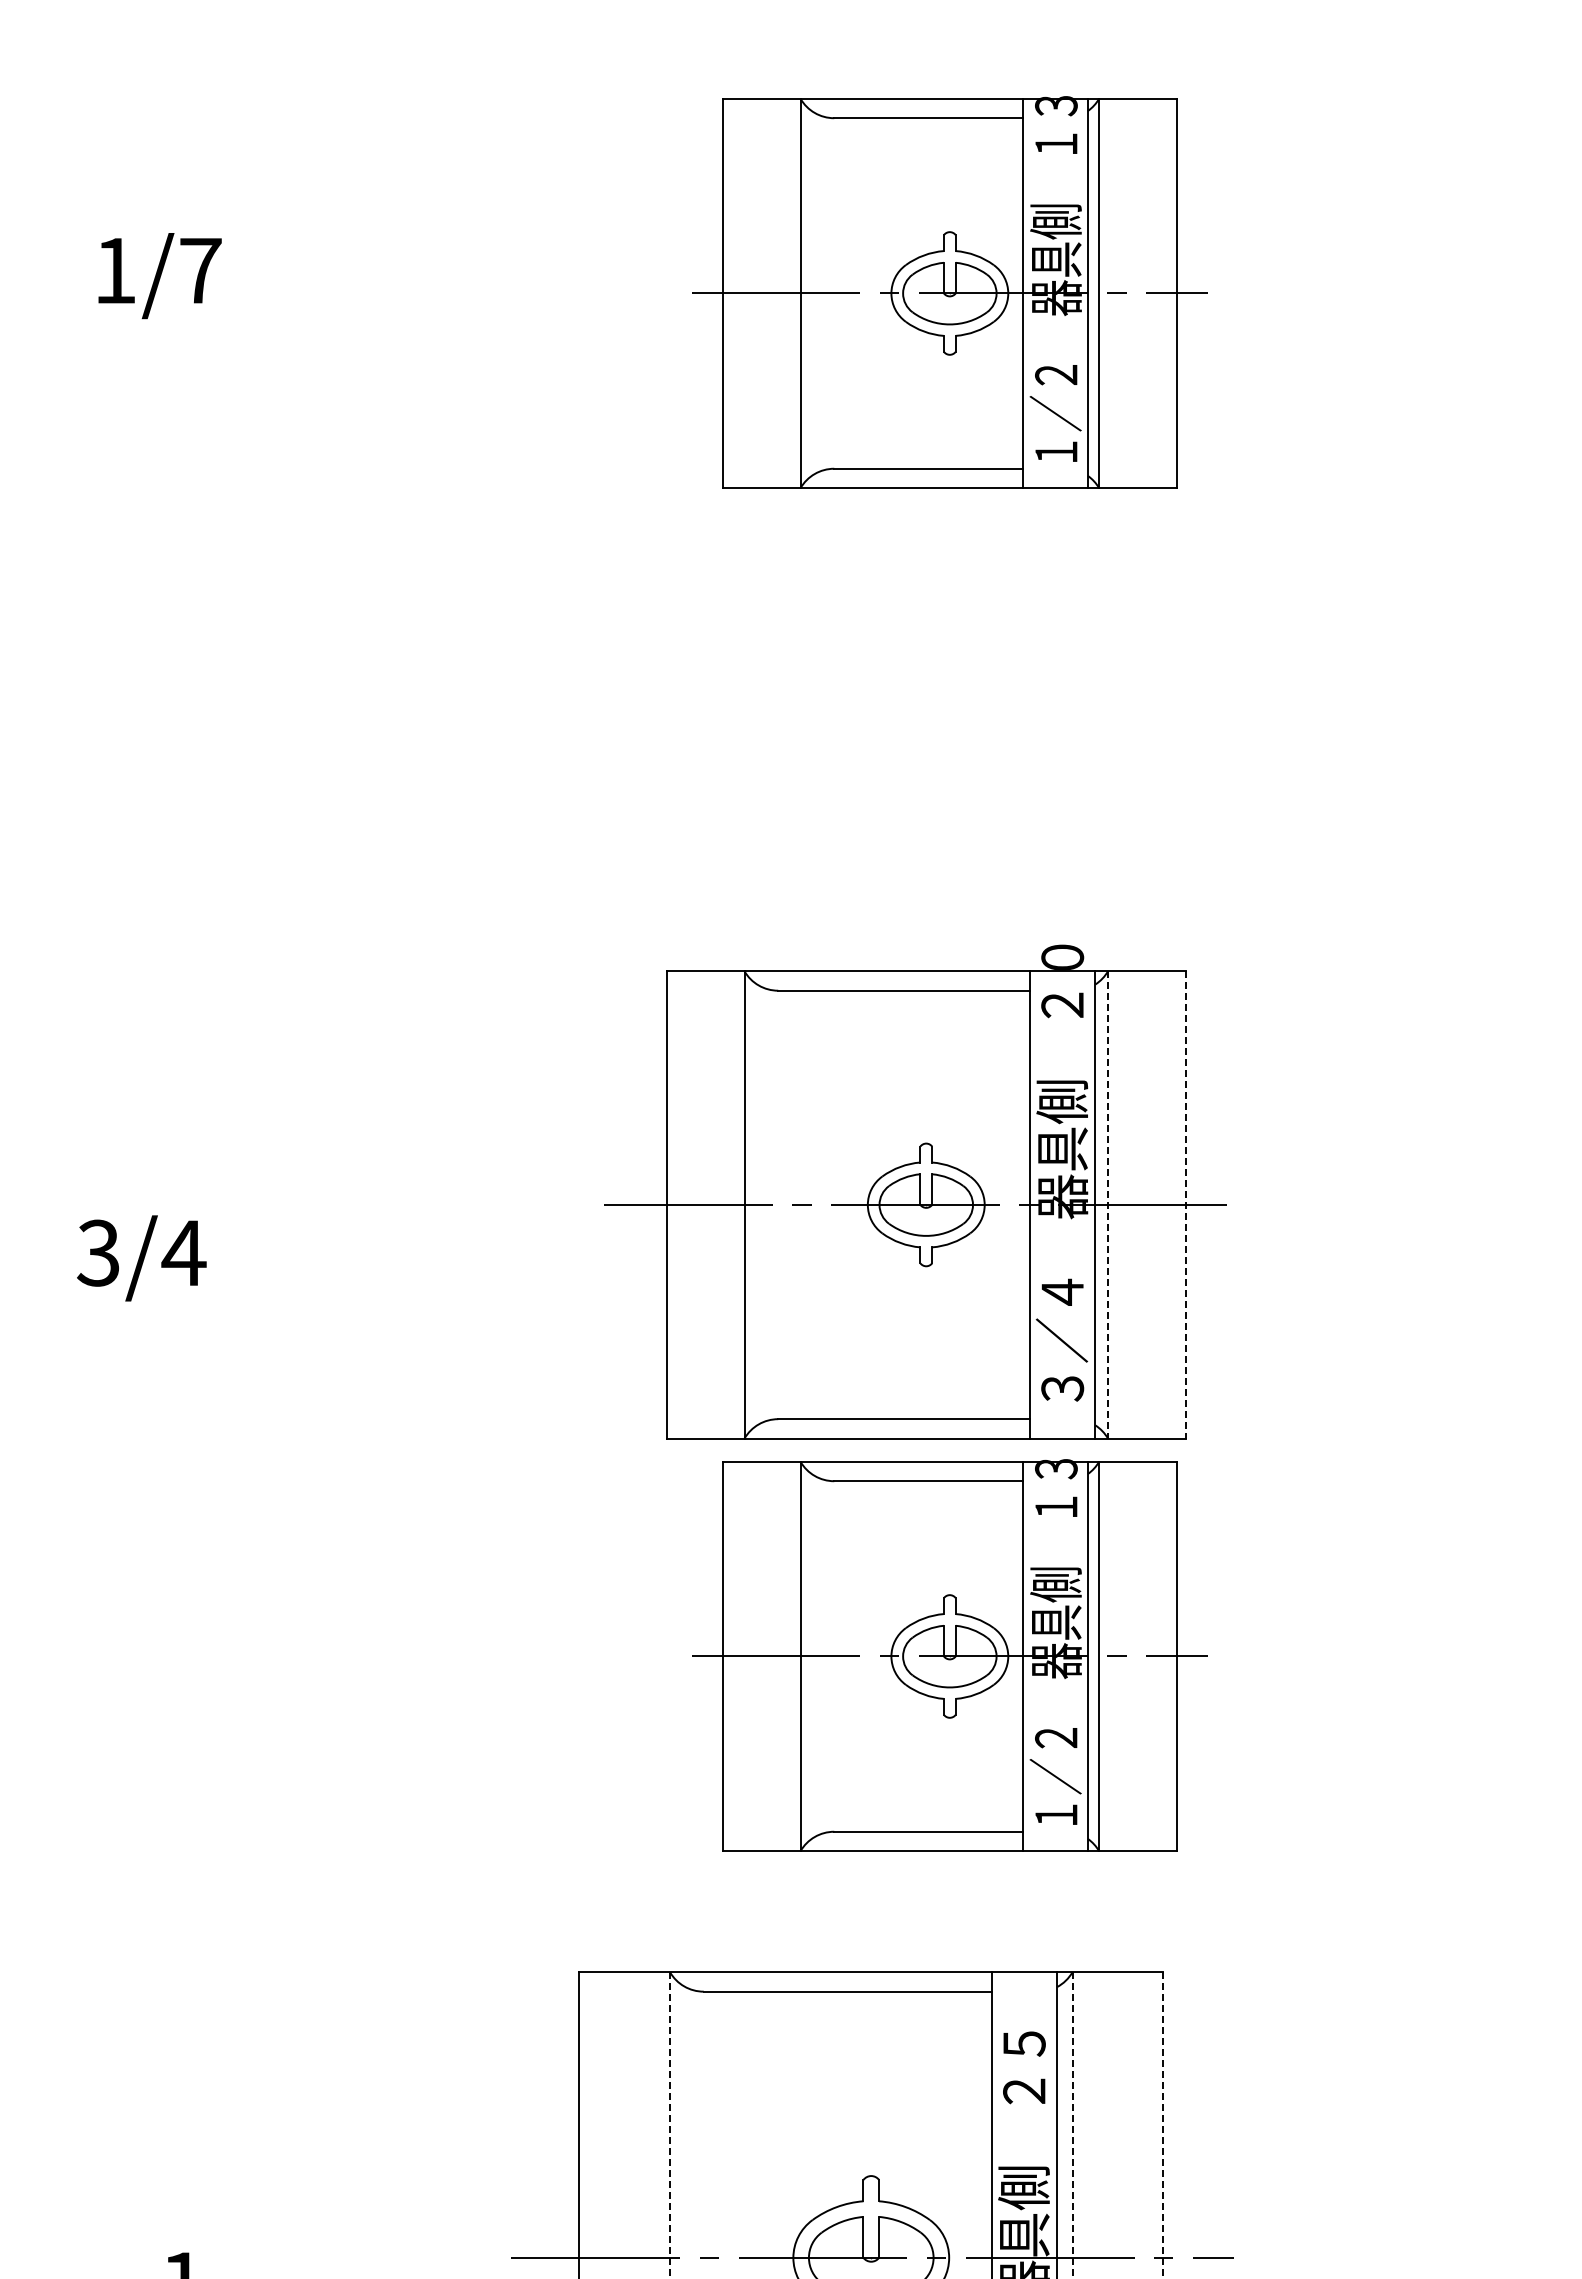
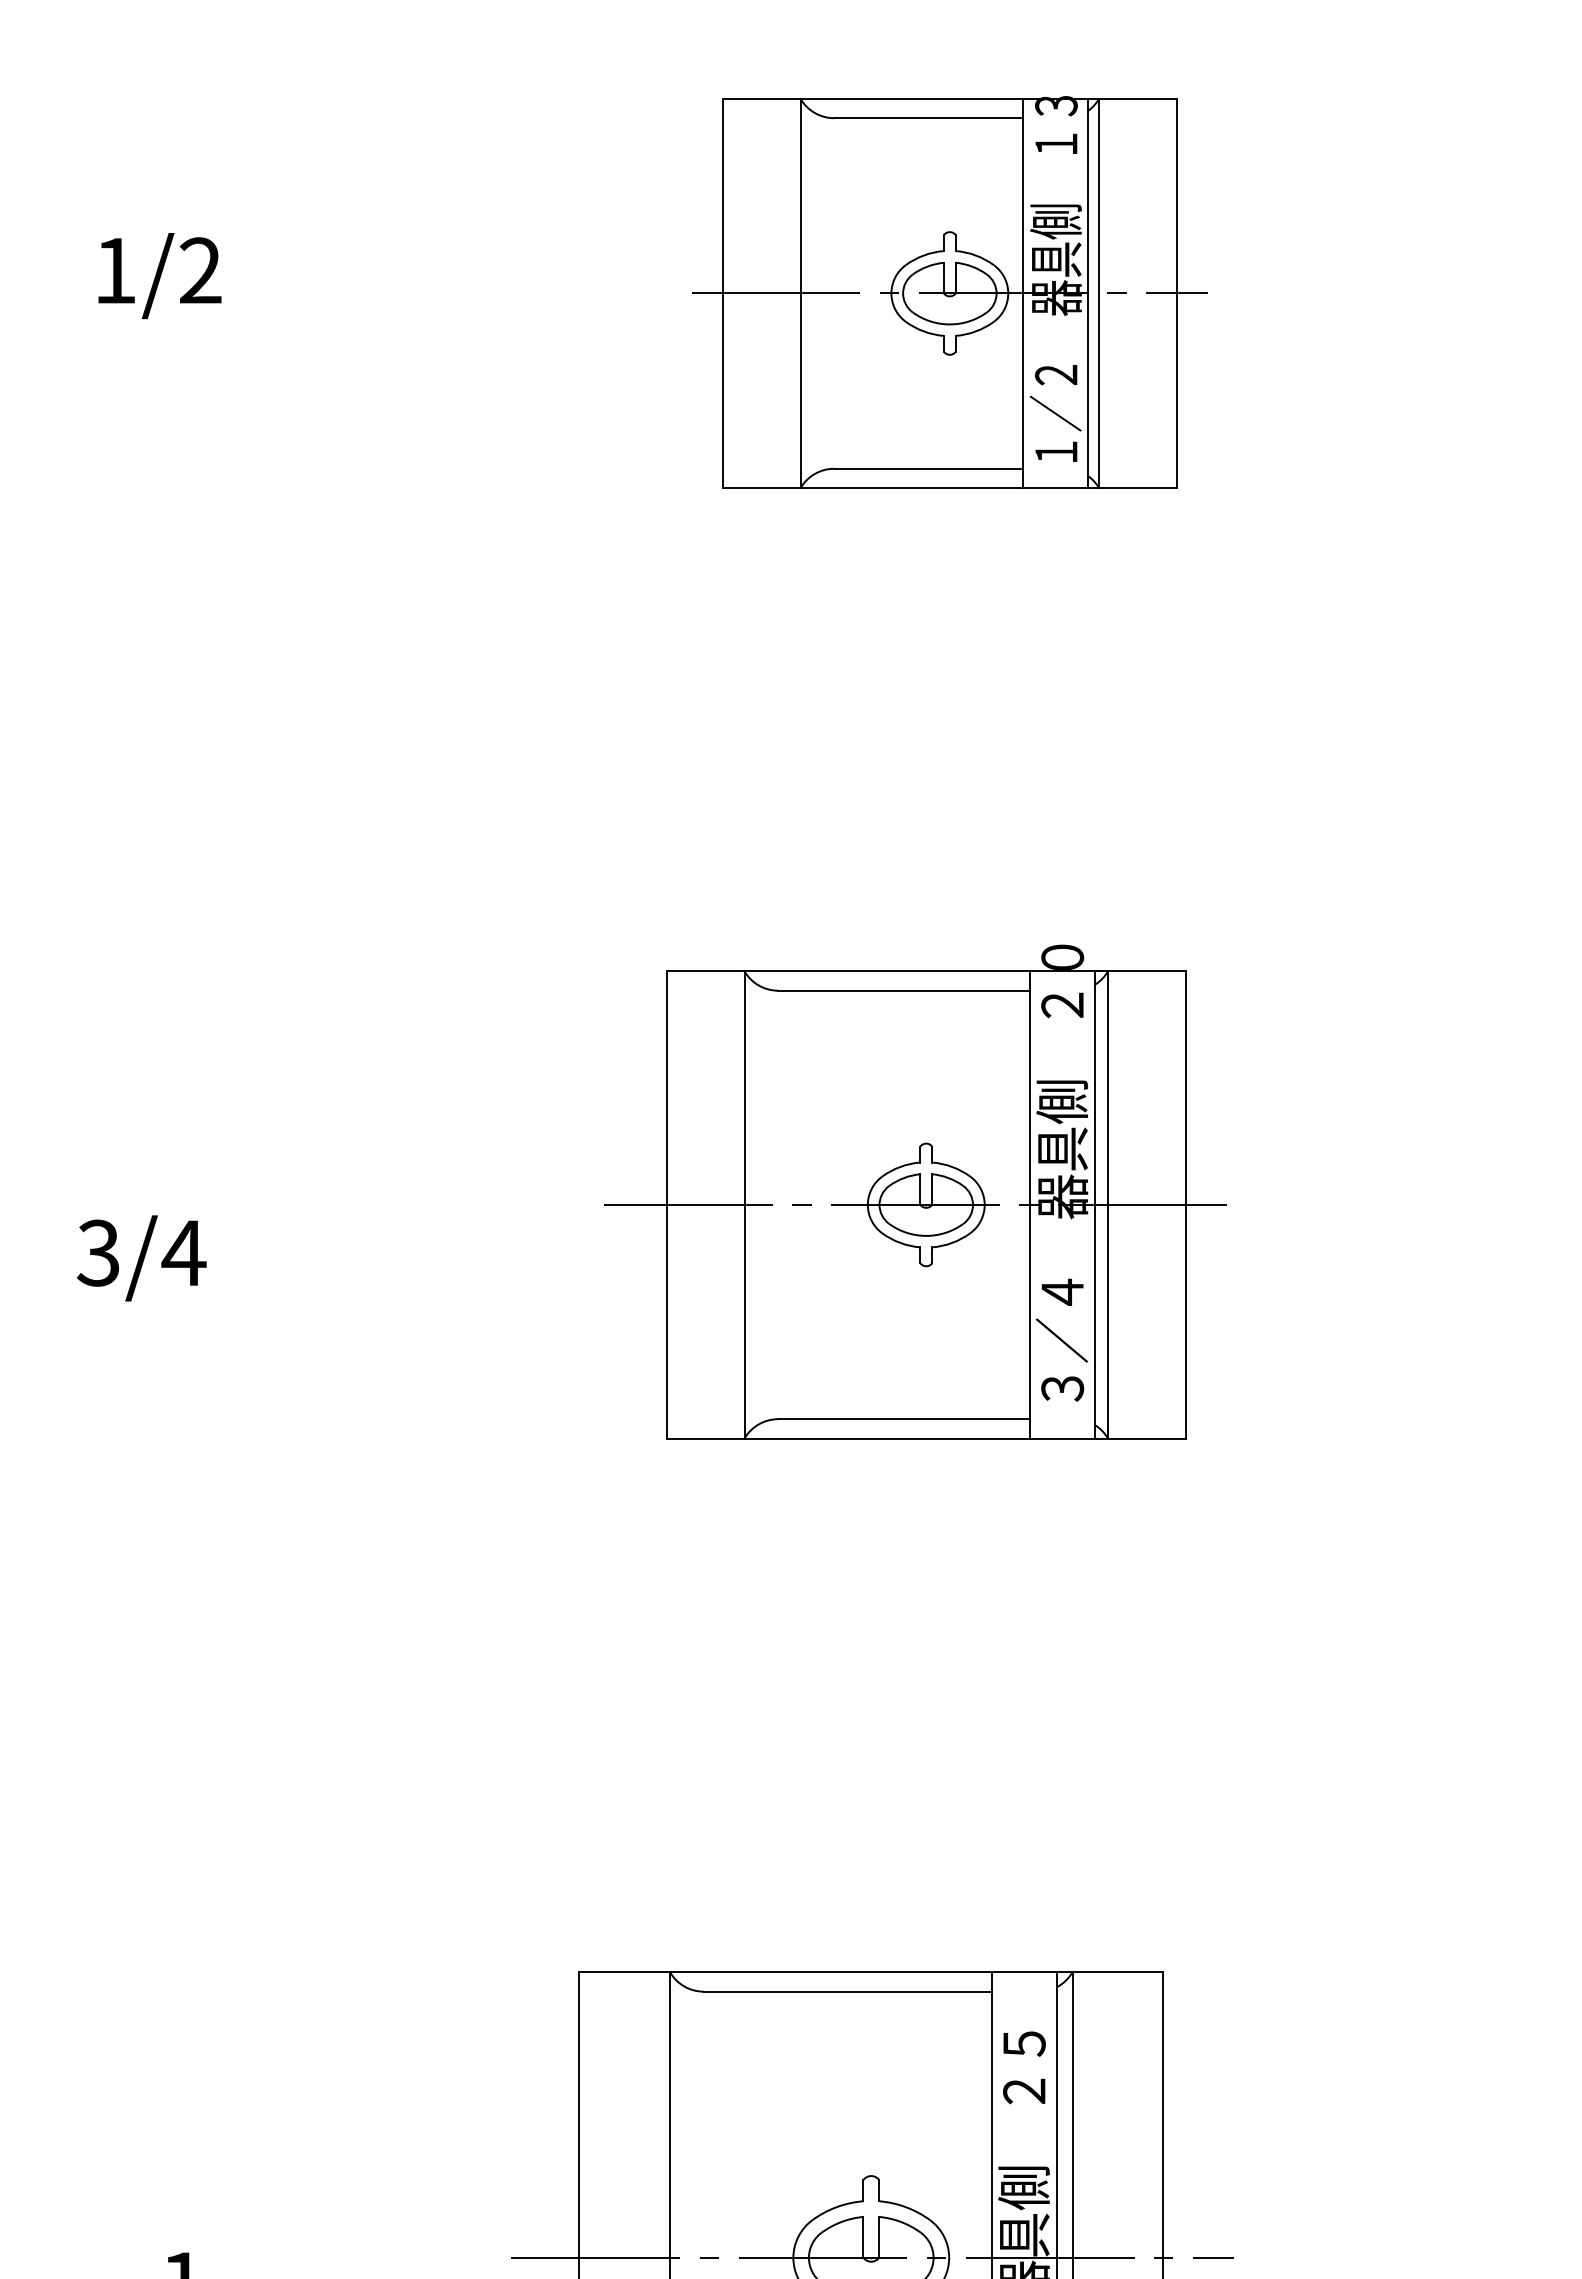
text at (200, 270): 1/7 -> 1/2
line at (1108, 1204): dashed -> solid
line at (1185, 1204): dashed -> solid
part at (949, 1655): present -> none
line at (670, 2126): dashed -> solid
line at (1072, 2126): dashed -> solid
line at (1163, 2126): dashed -> solid
